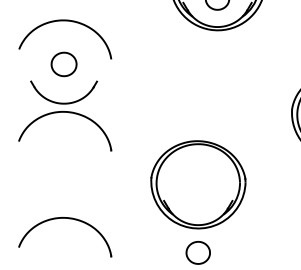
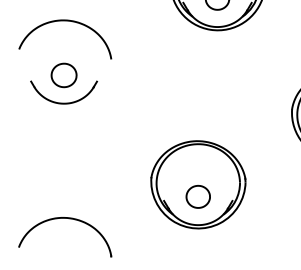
part at (63, 64) position: (63, 64) -> (63, 75)
part at (69, 113): present -> none
part at (197, 252) position: (197, 252) -> (197, 196)
